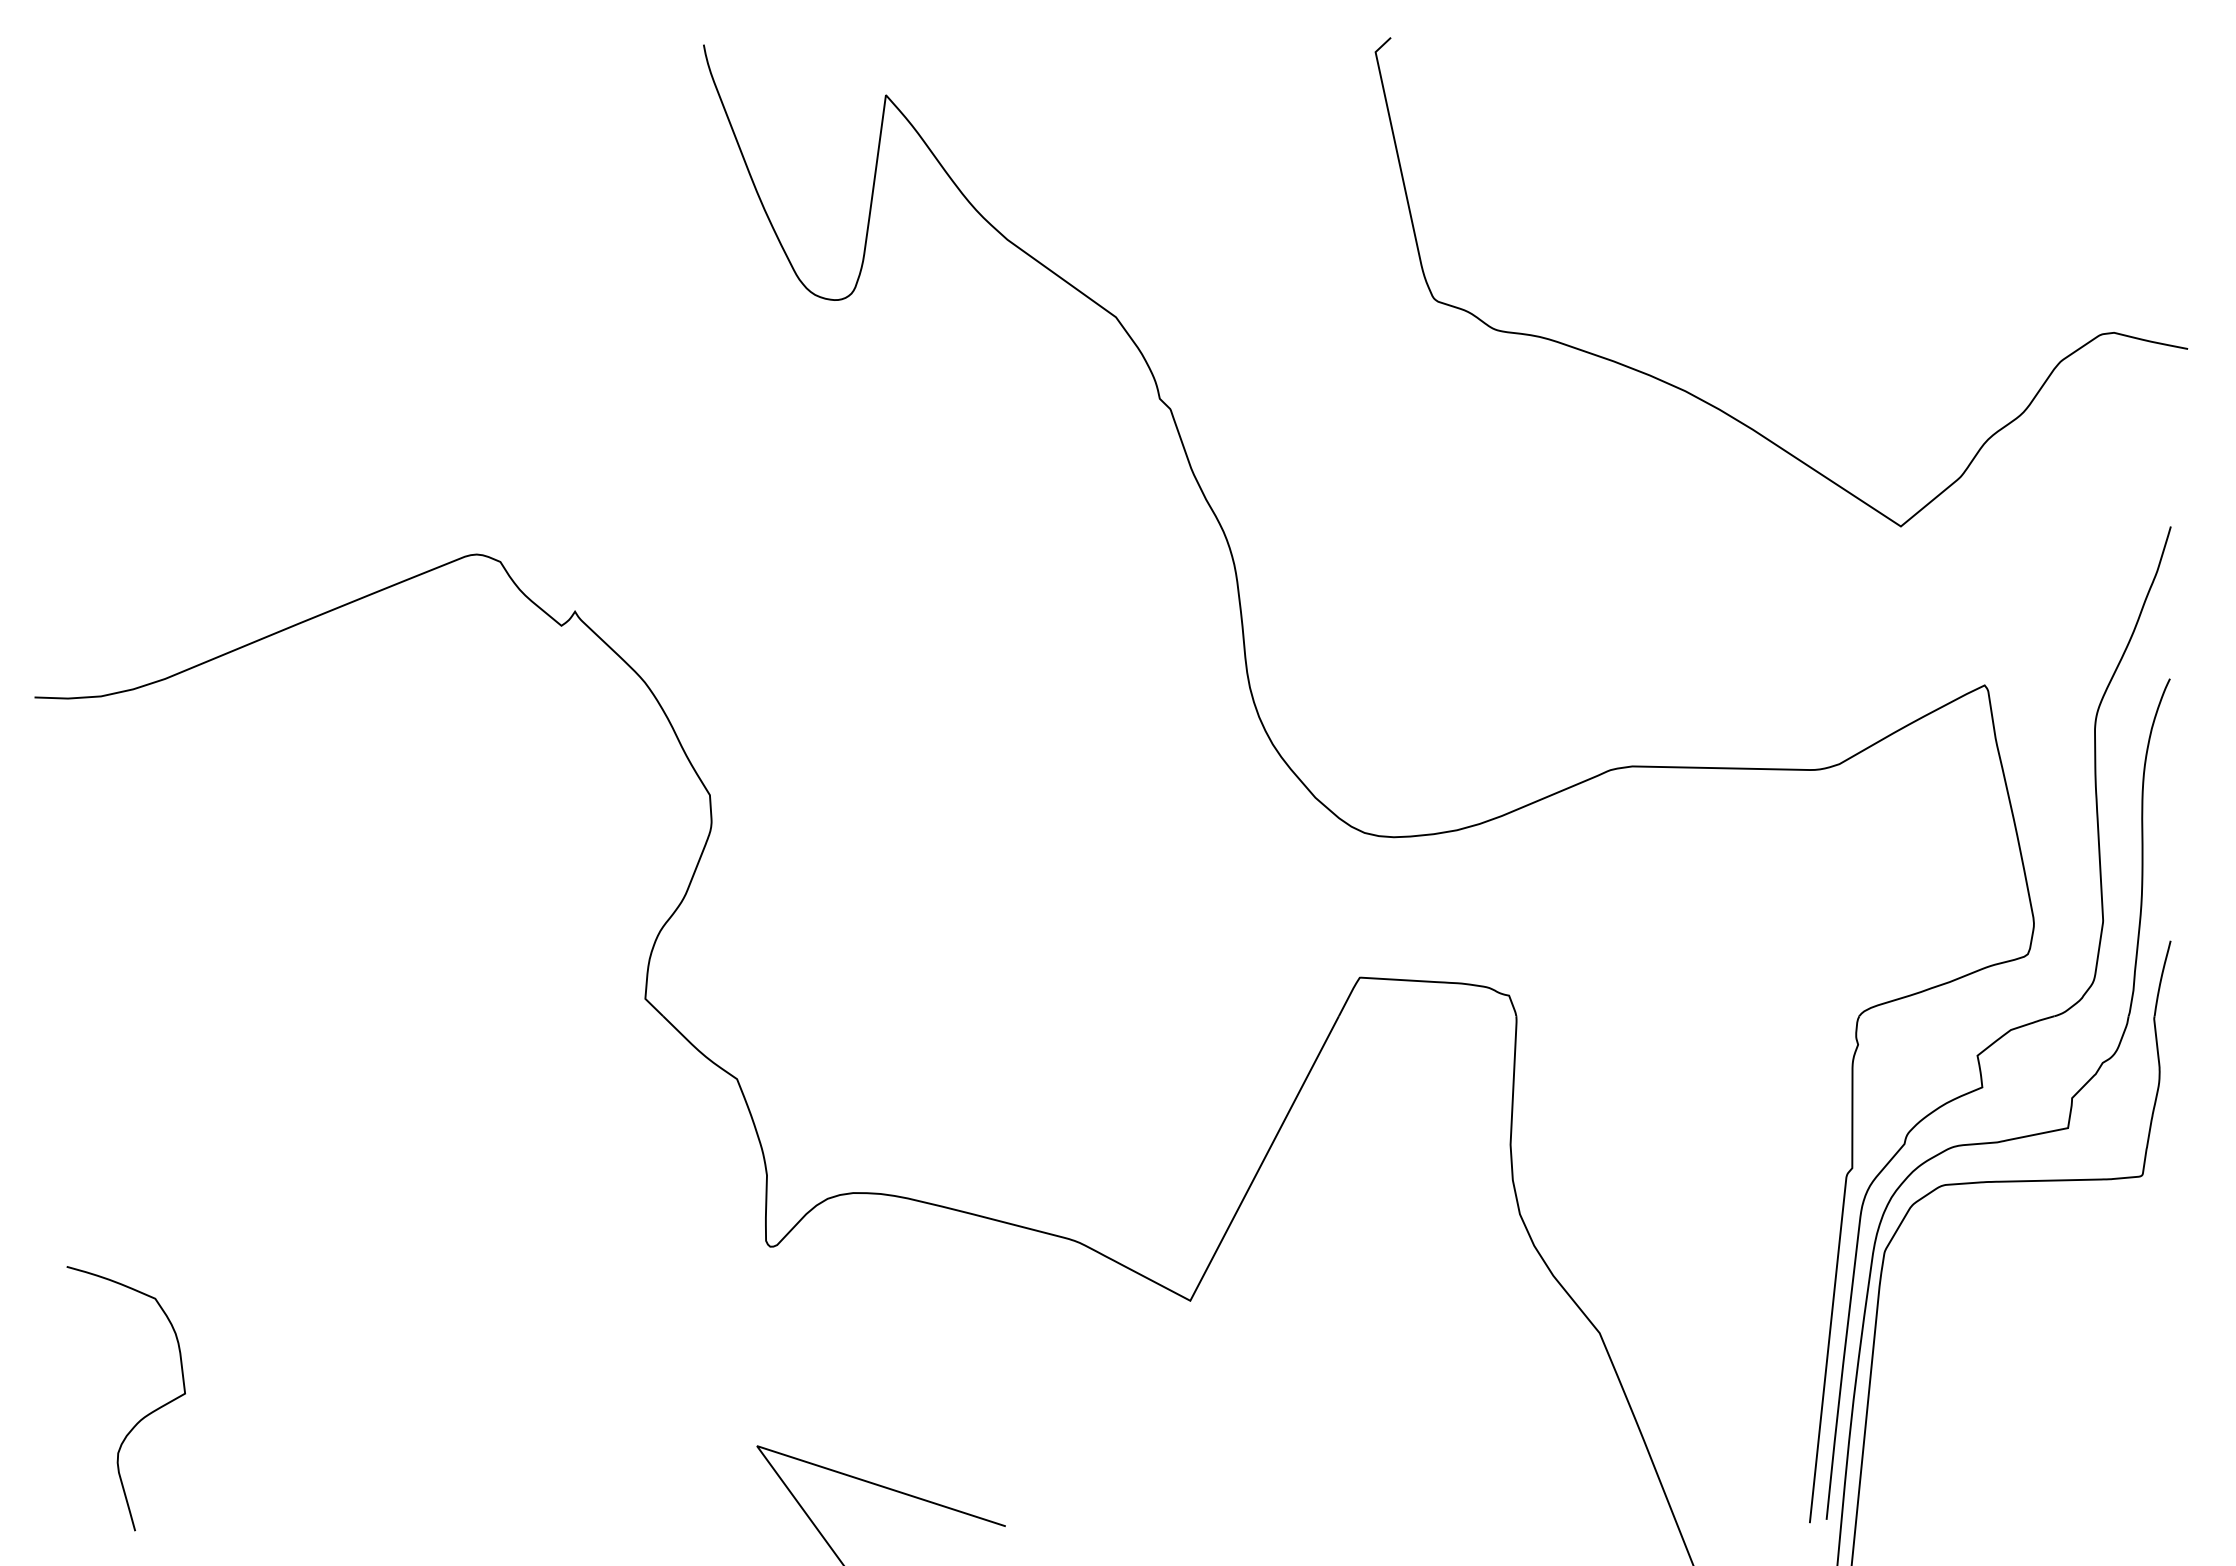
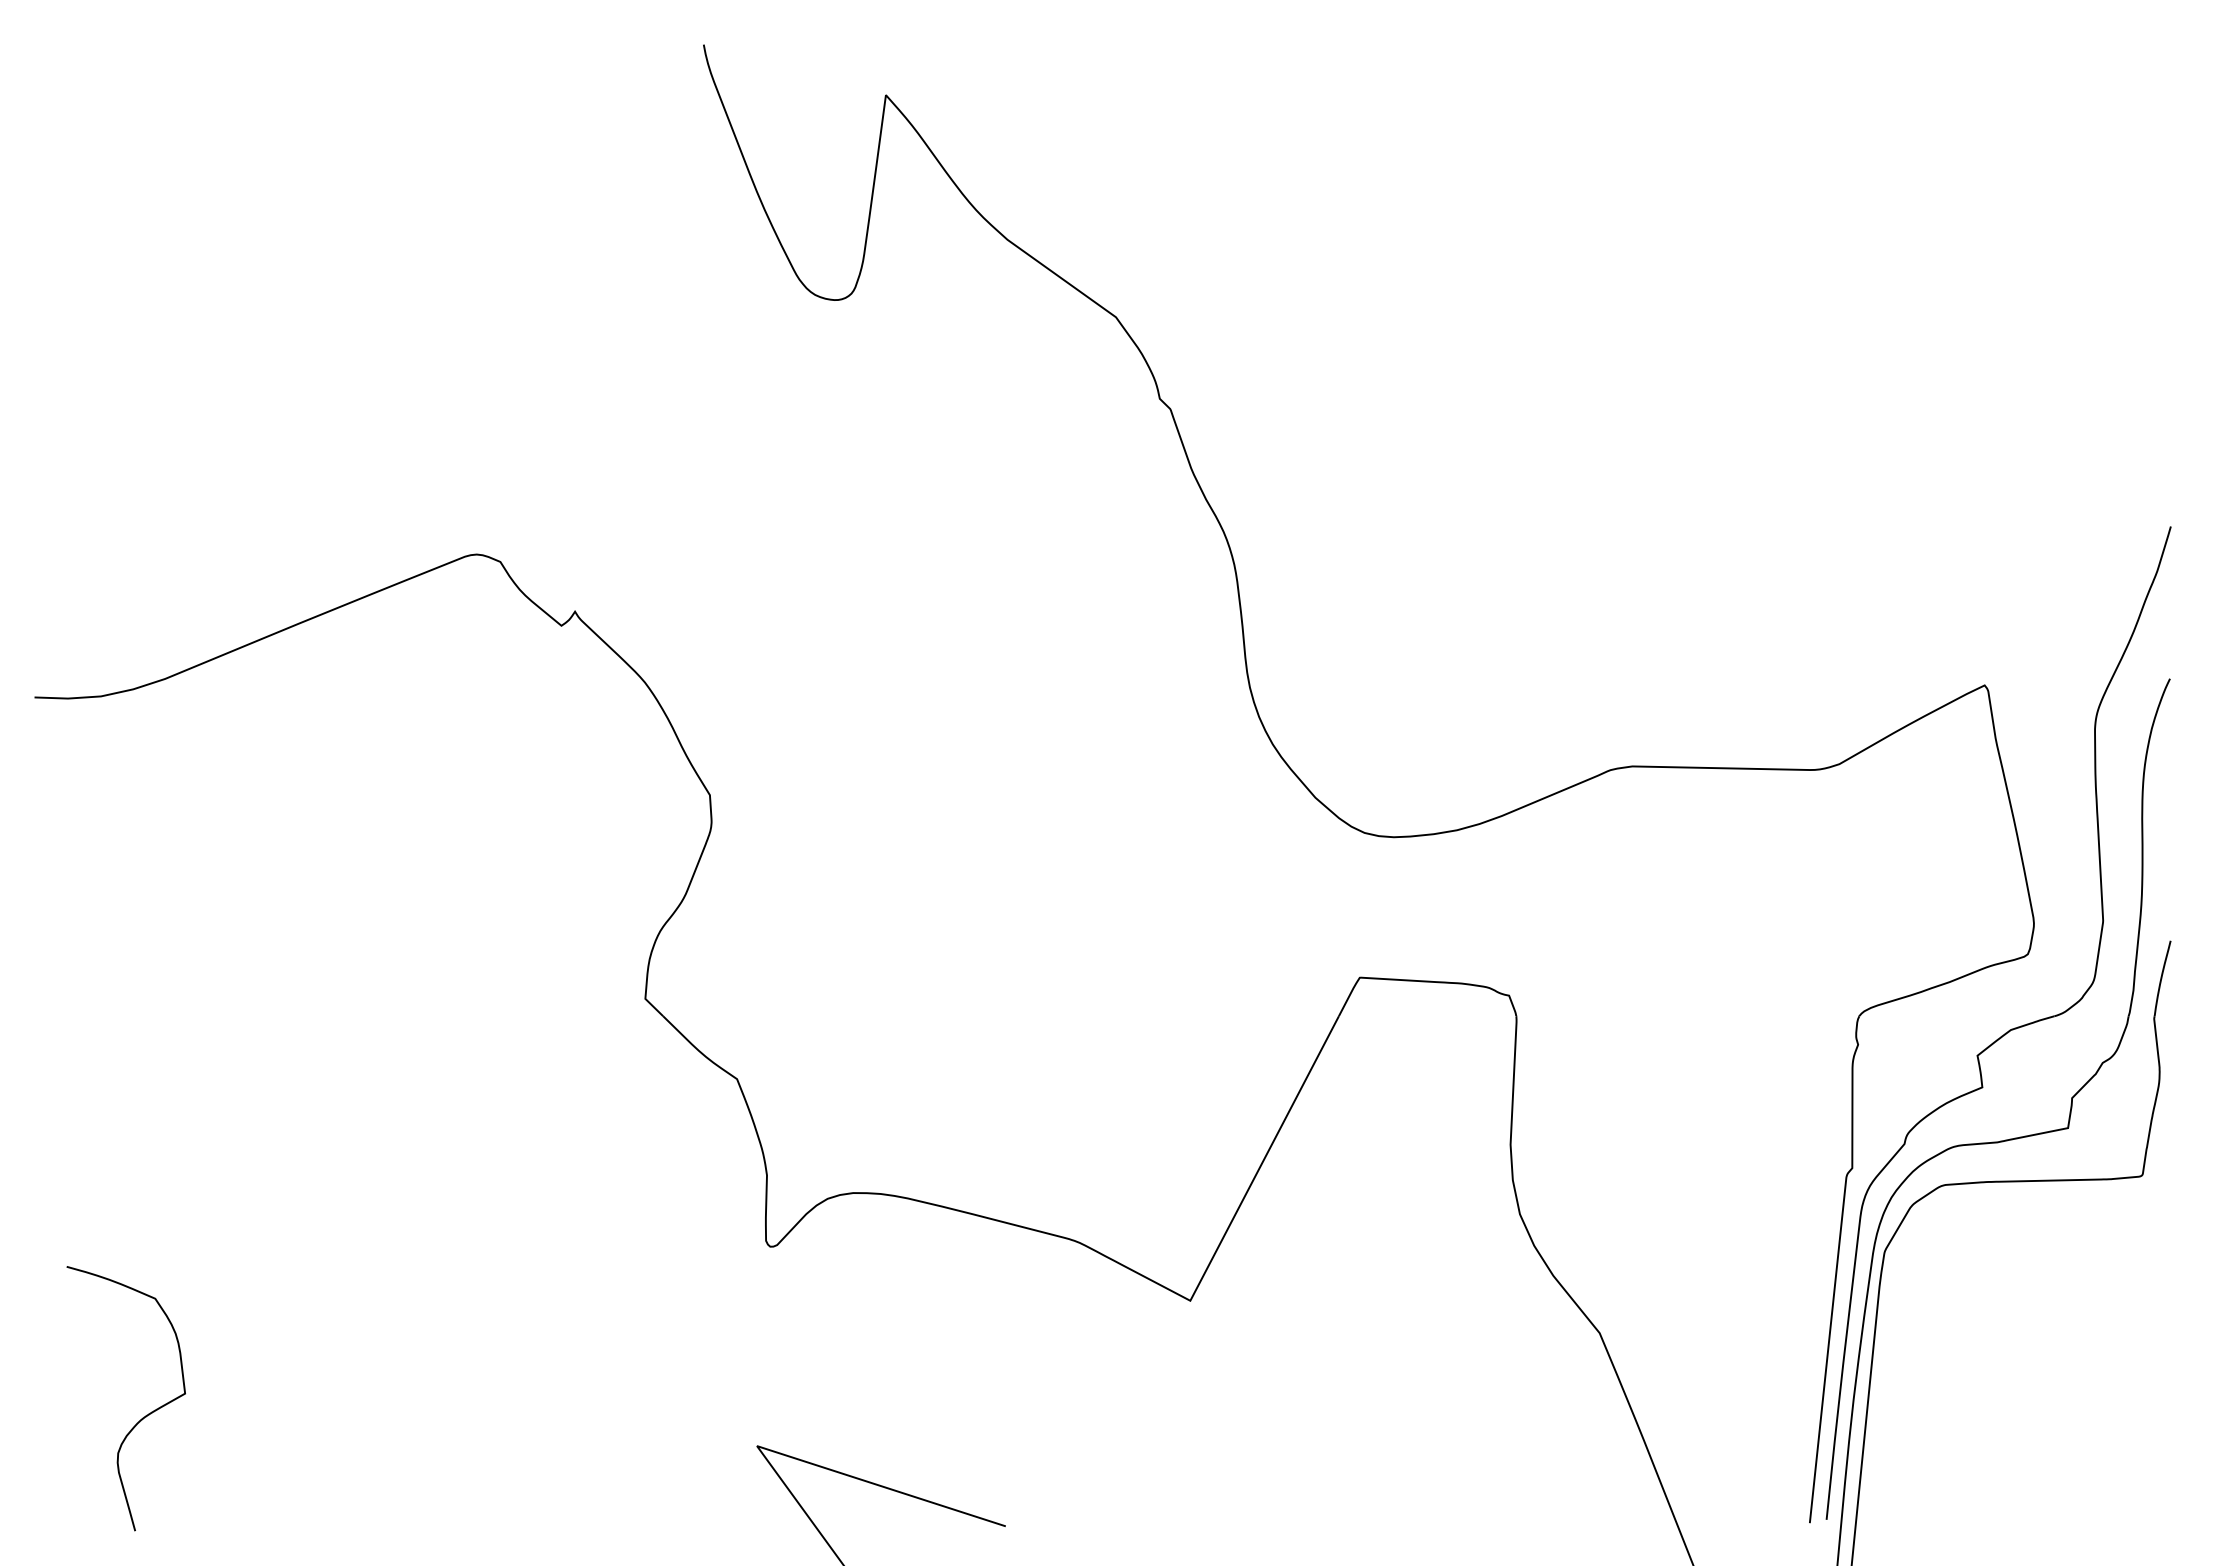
curve at (1716, 406): present -> none
